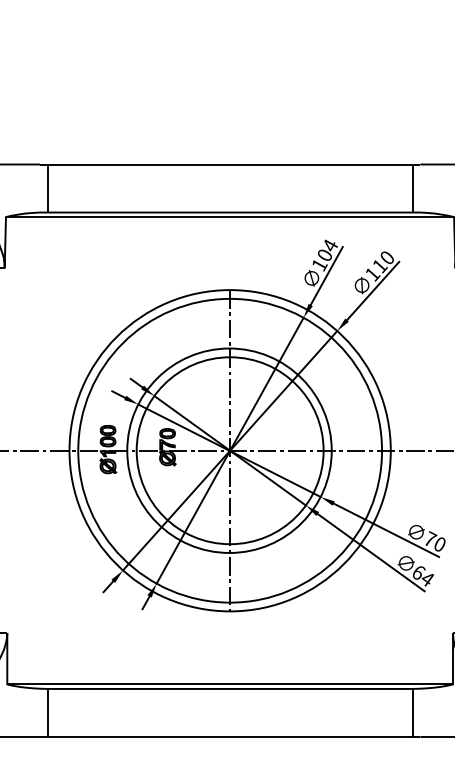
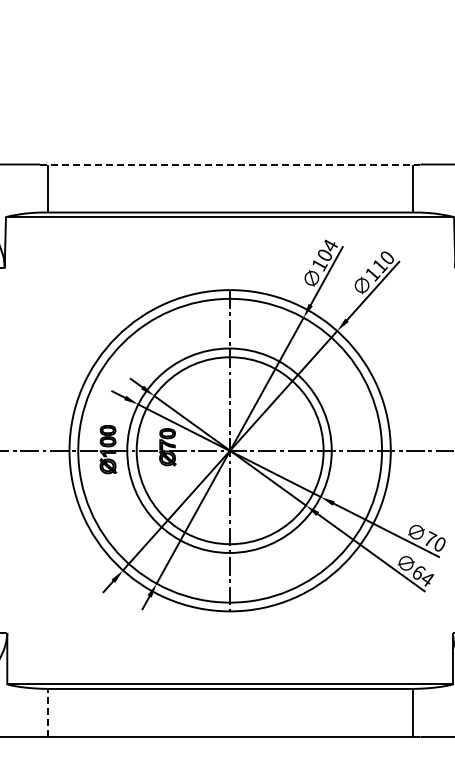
line at (230, 164): solid -> dashed
line at (47, 712): solid -> dashed
